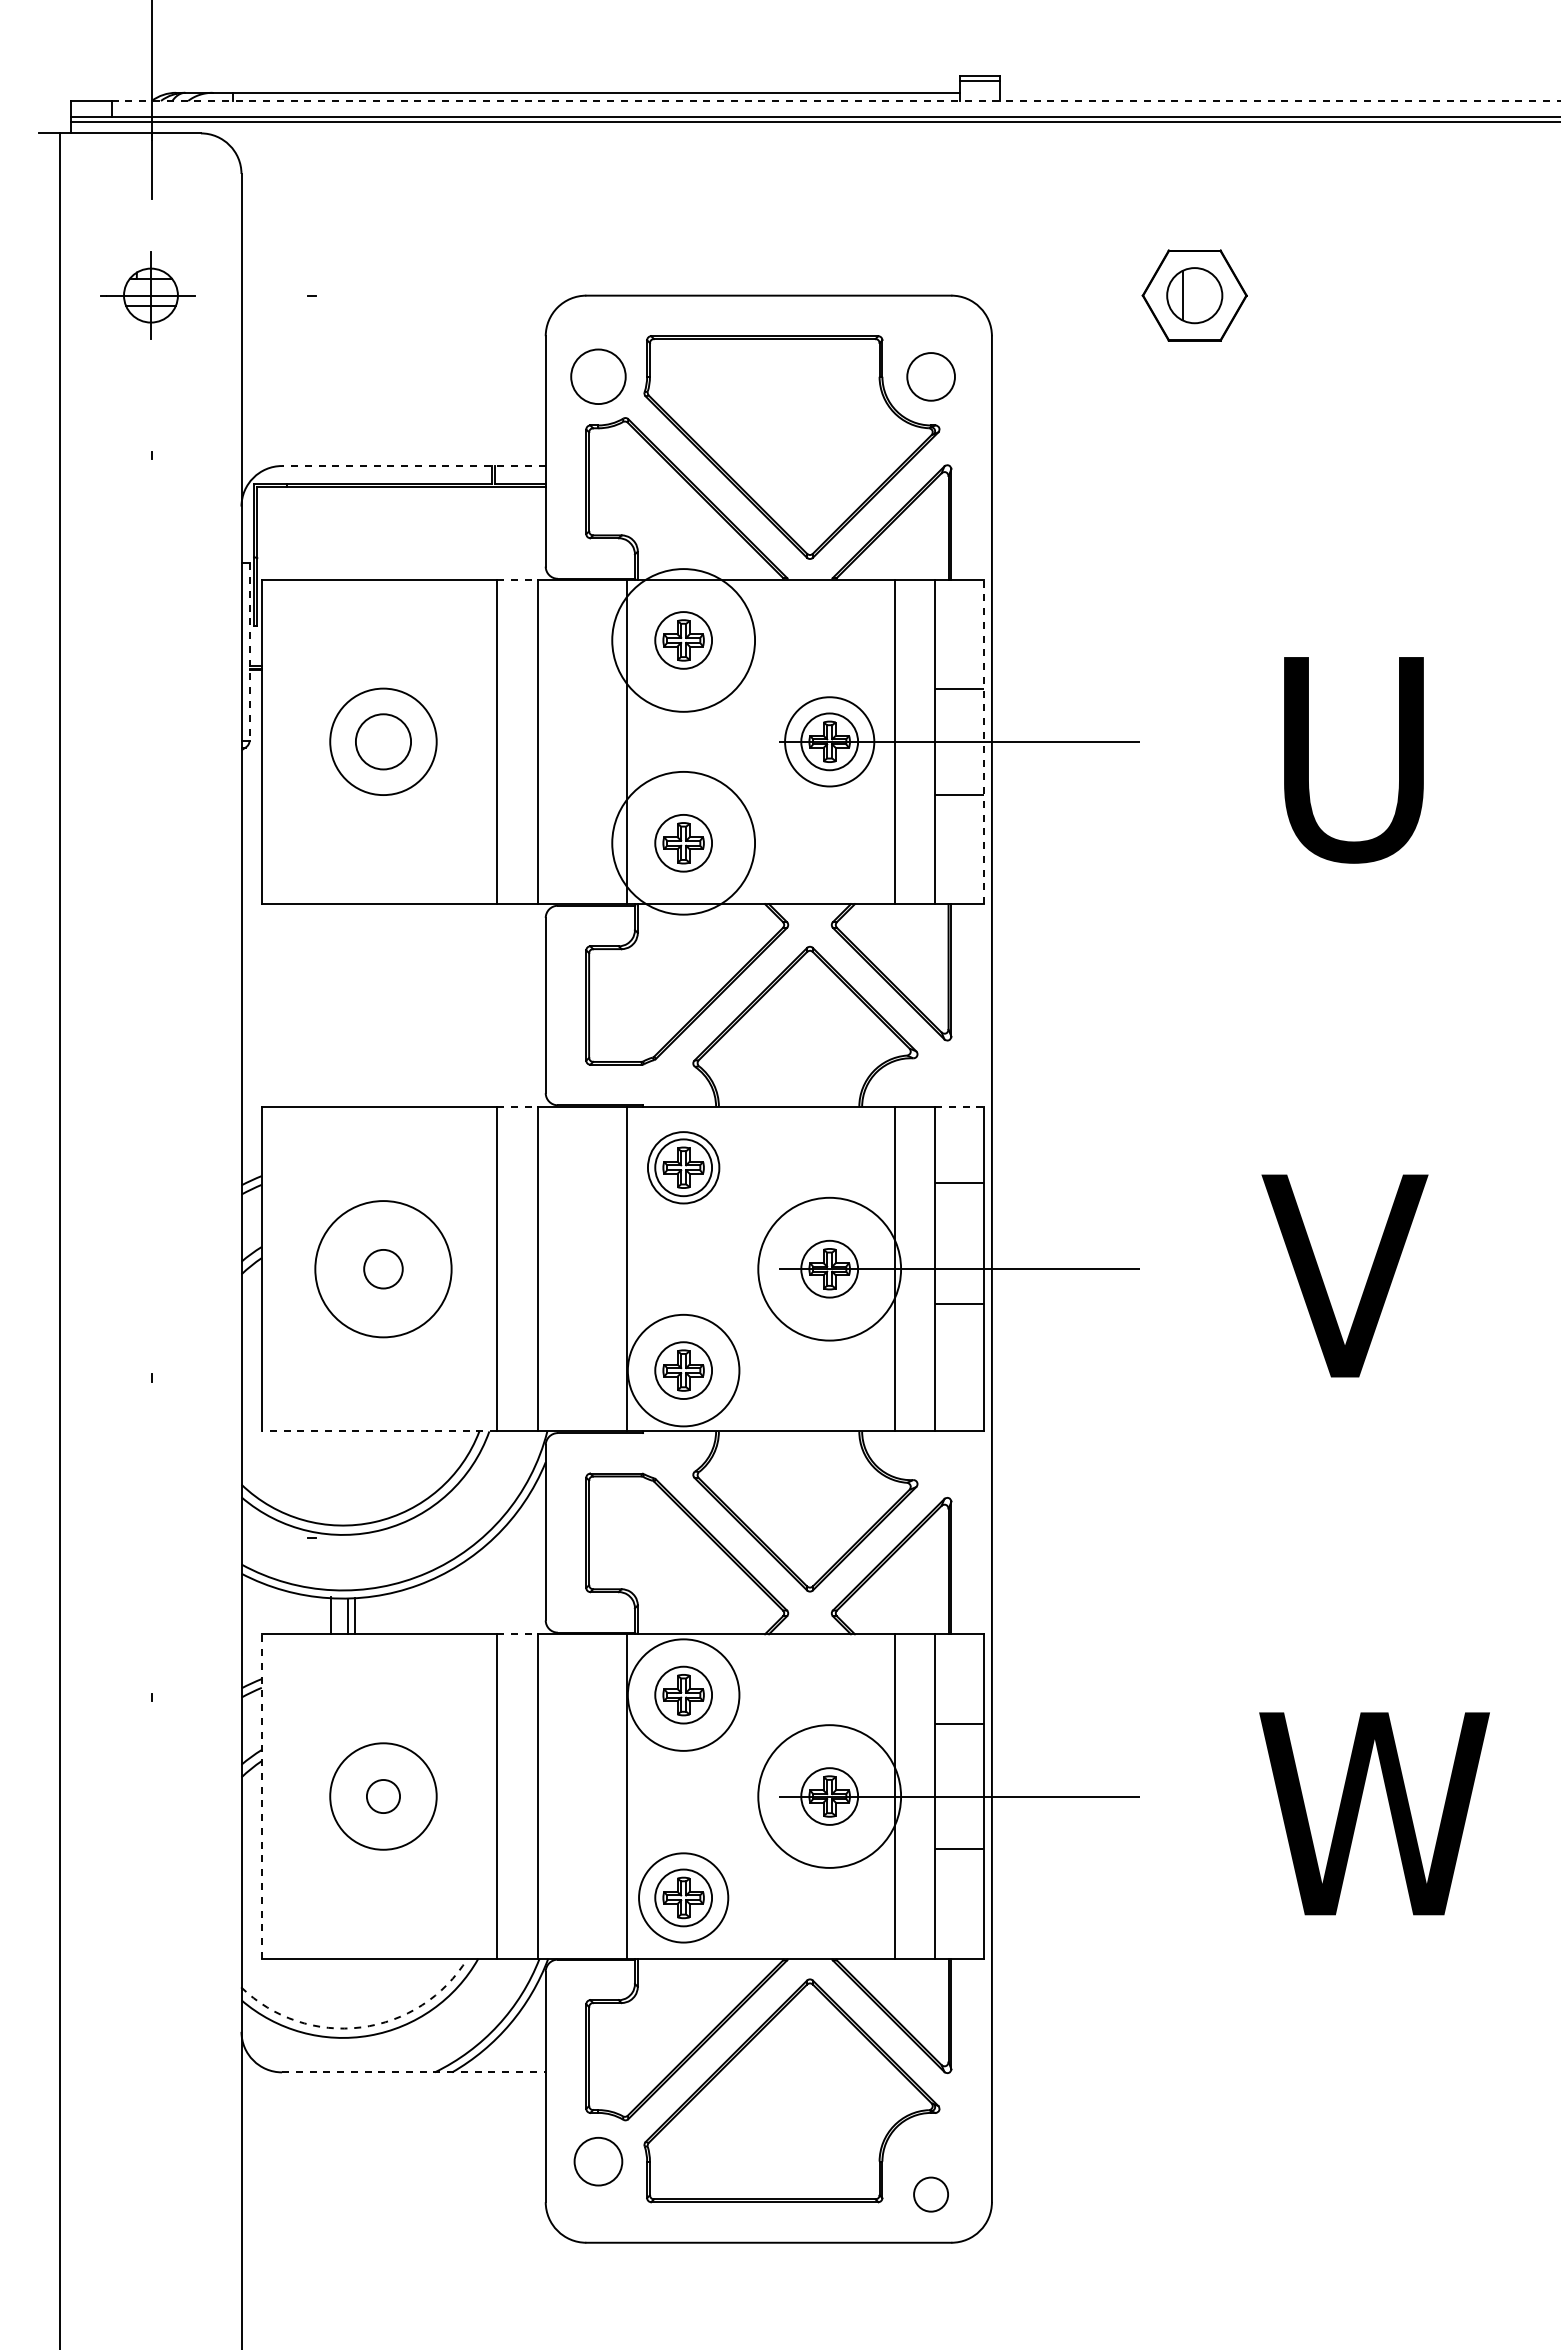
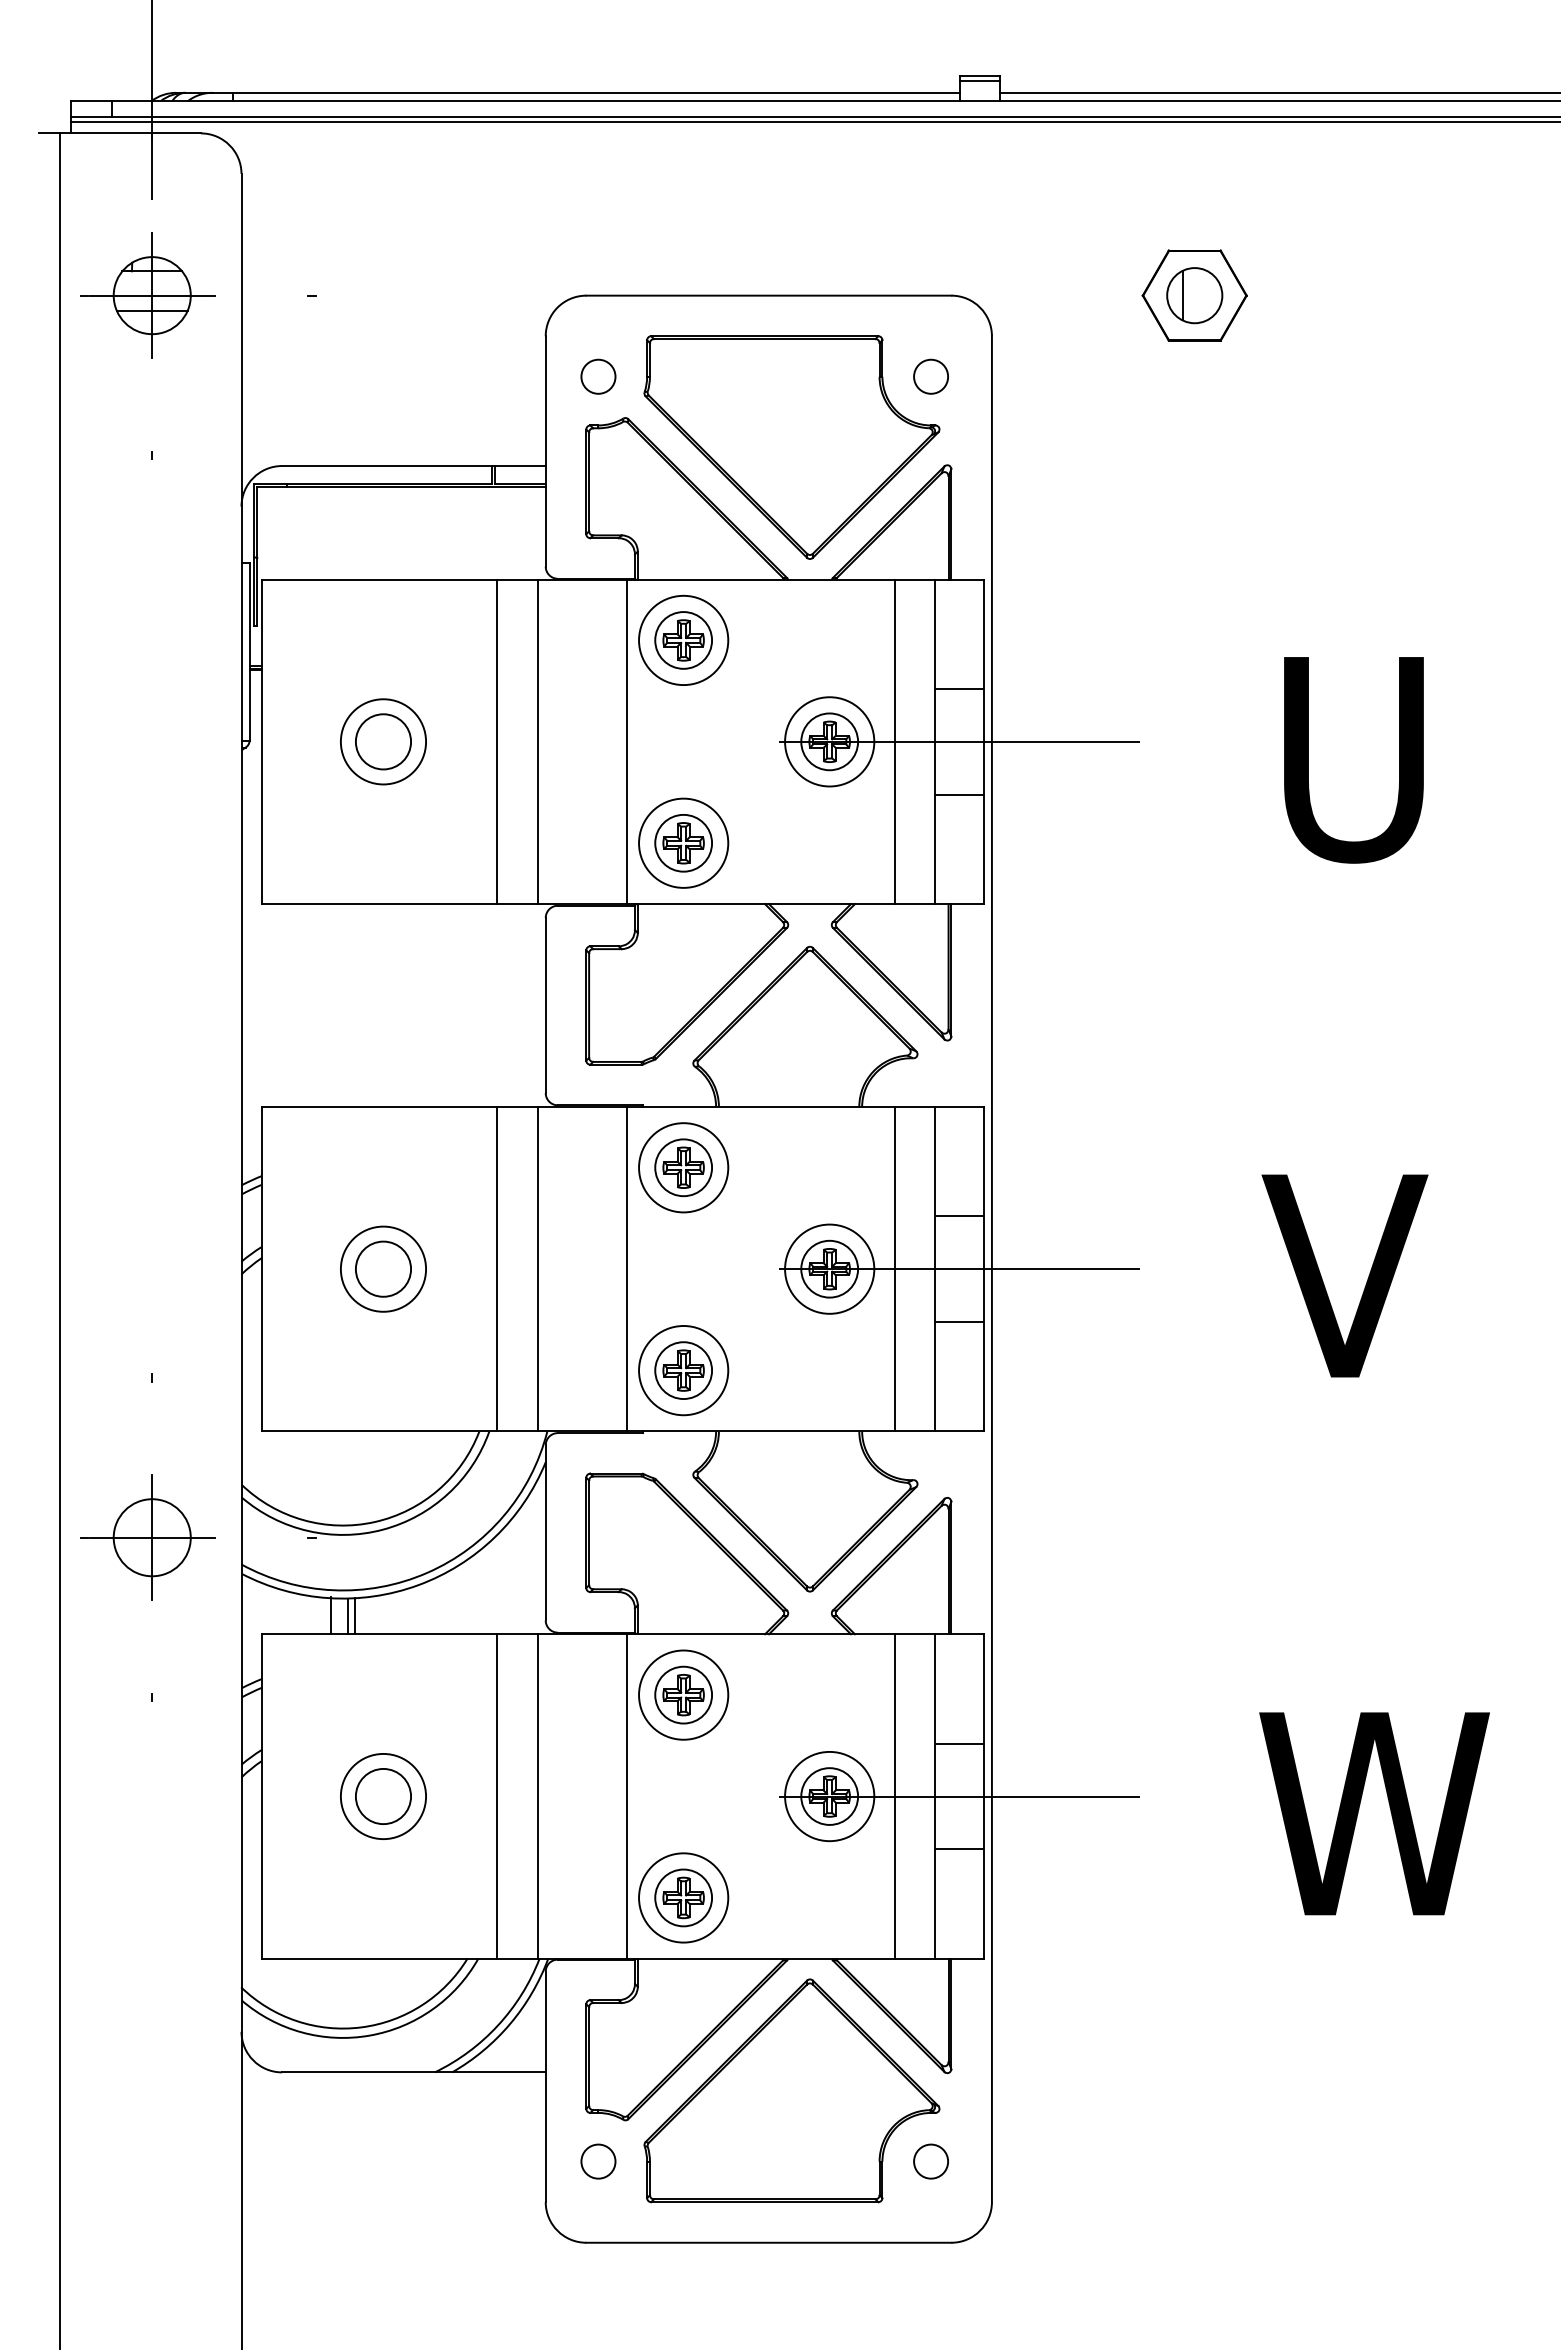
line at (1278, 92): none -> present
line at (836, 100): dashed -> solid
part at (147, 295) size: 96x89 px -> 136x127 px
circle at (598, 376) diameter: 55 px -> 34 px
circle at (930, 376) size: 50x50 px -> 36x37 px
line at (413, 466): dashed -> solid
line at (517, 579): dashed -> solid
circle at (683, 640) diameter: 143 px -> 89 px
line at (249, 651): dashed -> solid
circle at (383, 741) diameter: 106 px -> 85 px
line at (983, 741): dashed -> solid
circle at (683, 842) diameter: 143 px -> 89 px
line at (517, 1106): dashed -> solid
line at (959, 1106): dashed -> solid
circle at (683, 1167) diameter: 71 px -> 89 px
line at (959, 1183) position: (959, 1183) -> (959, 1216)
circle at (383, 1268) diameter: 39 px -> 55 px
circle at (829, 1268) diameter: 143 px -> 89 px
circle at (383, 1269) diameter: 136 px -> 85 px
line at (959, 1303) position: (959, 1303) -> (959, 1321)
circle at (683, 1370) diameter: 112 px -> 89 px
line at (379, 1431): dashed -> solid
part at (147, 1537): none -> present
line at (517, 1634): dashed -> solid
circle at (683, 1694) diameter: 112 px -> 89 px
line at (959, 1723) position: (959, 1723) -> (959, 1743)
line at (261, 1796): dashed -> solid
circle at (383, 1796) diameter: 106 px -> 85 px
circle at (383, 1796) diameter: 33 px -> 55 px
circle at (829, 1796) diameter: 143 px -> 89 px
arc at (361, 2027): dashed -> solid
line at (413, 2072): dashed -> solid
circle at (598, 2161) size: 51x51 px -> 37x37 px
circle at (930, 2194) position: (930, 2194) -> (930, 2161)
